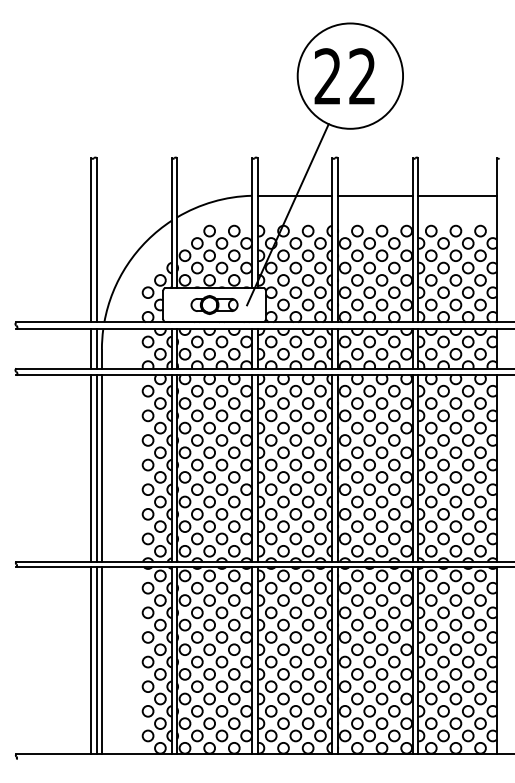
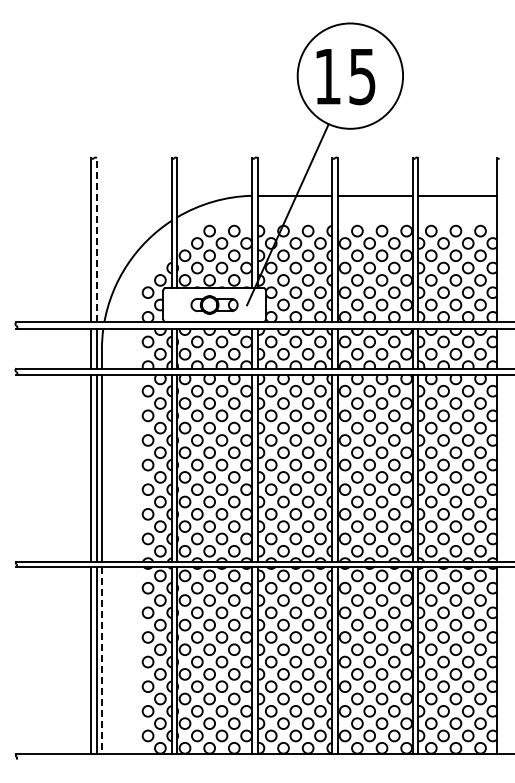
text at (344, 76): 22 -> 15
line at (96, 239): solid -> dashed
line at (101, 661): solid -> dashed
